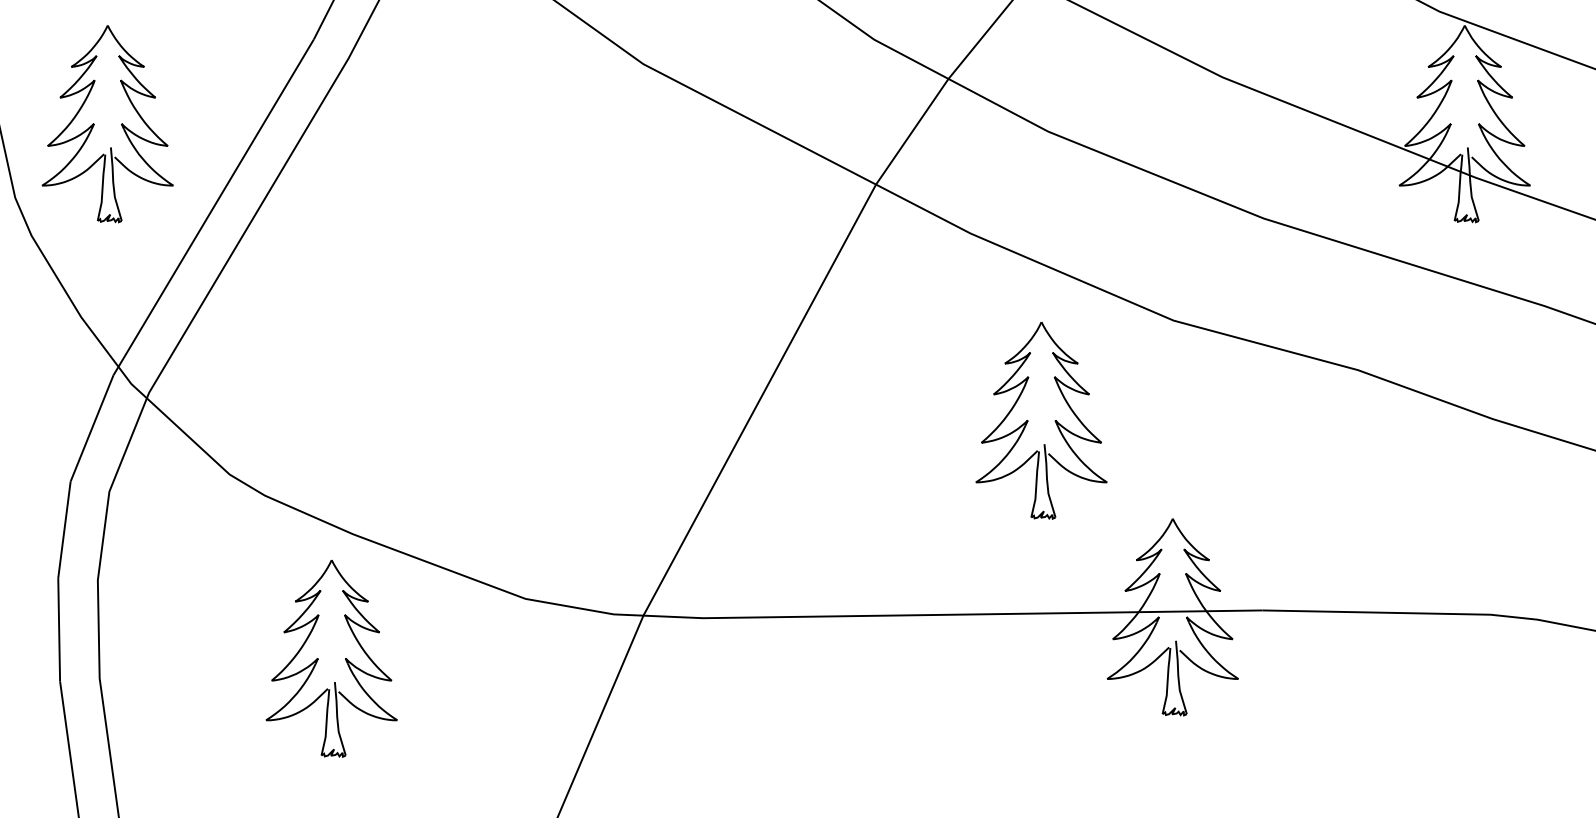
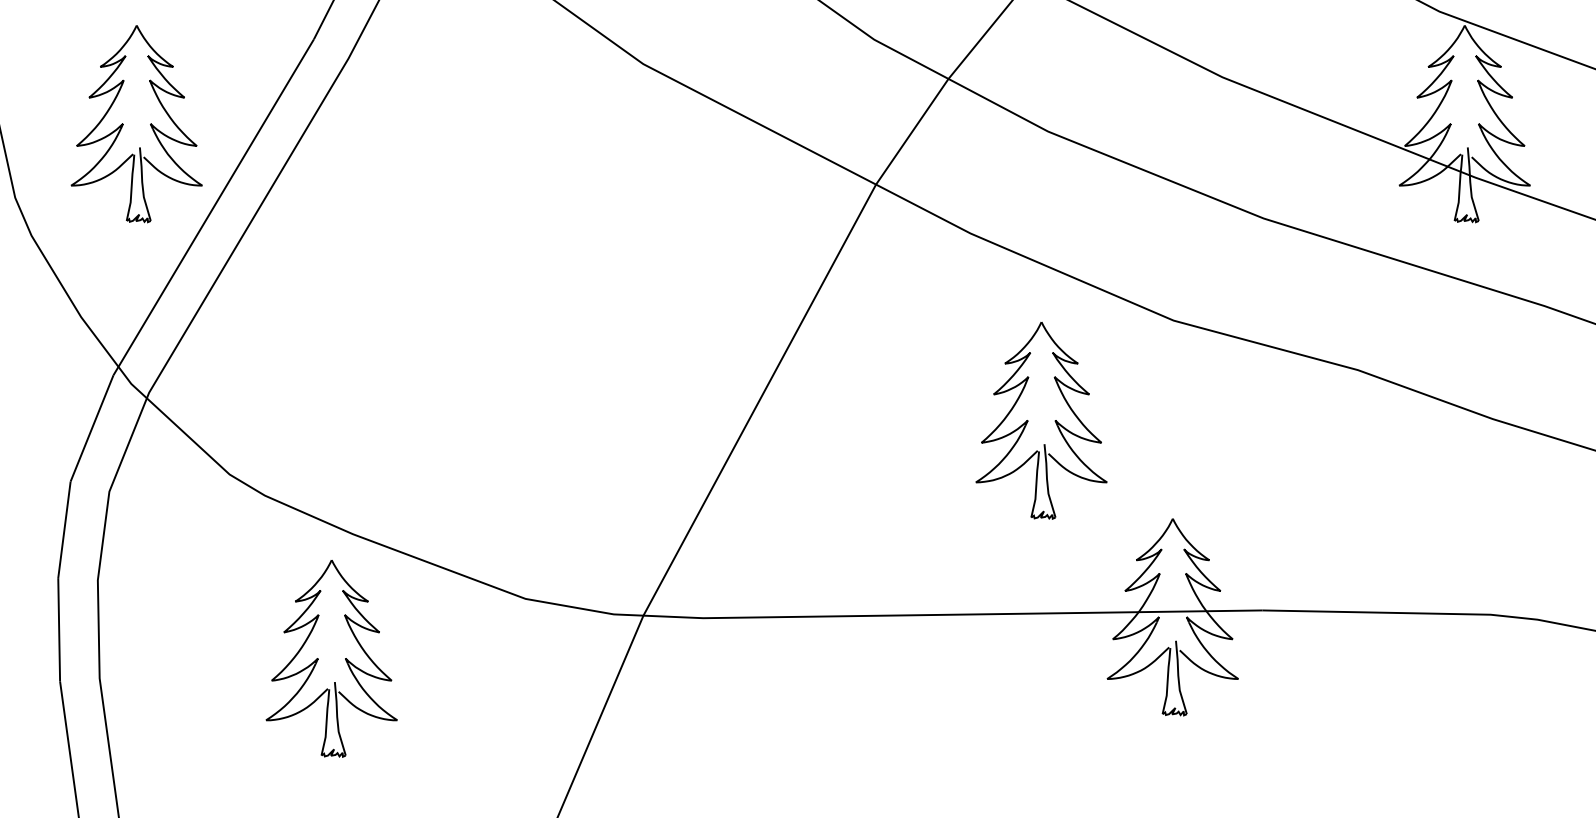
part at (94, 124) position: (94, 124) -> (123, 124)
